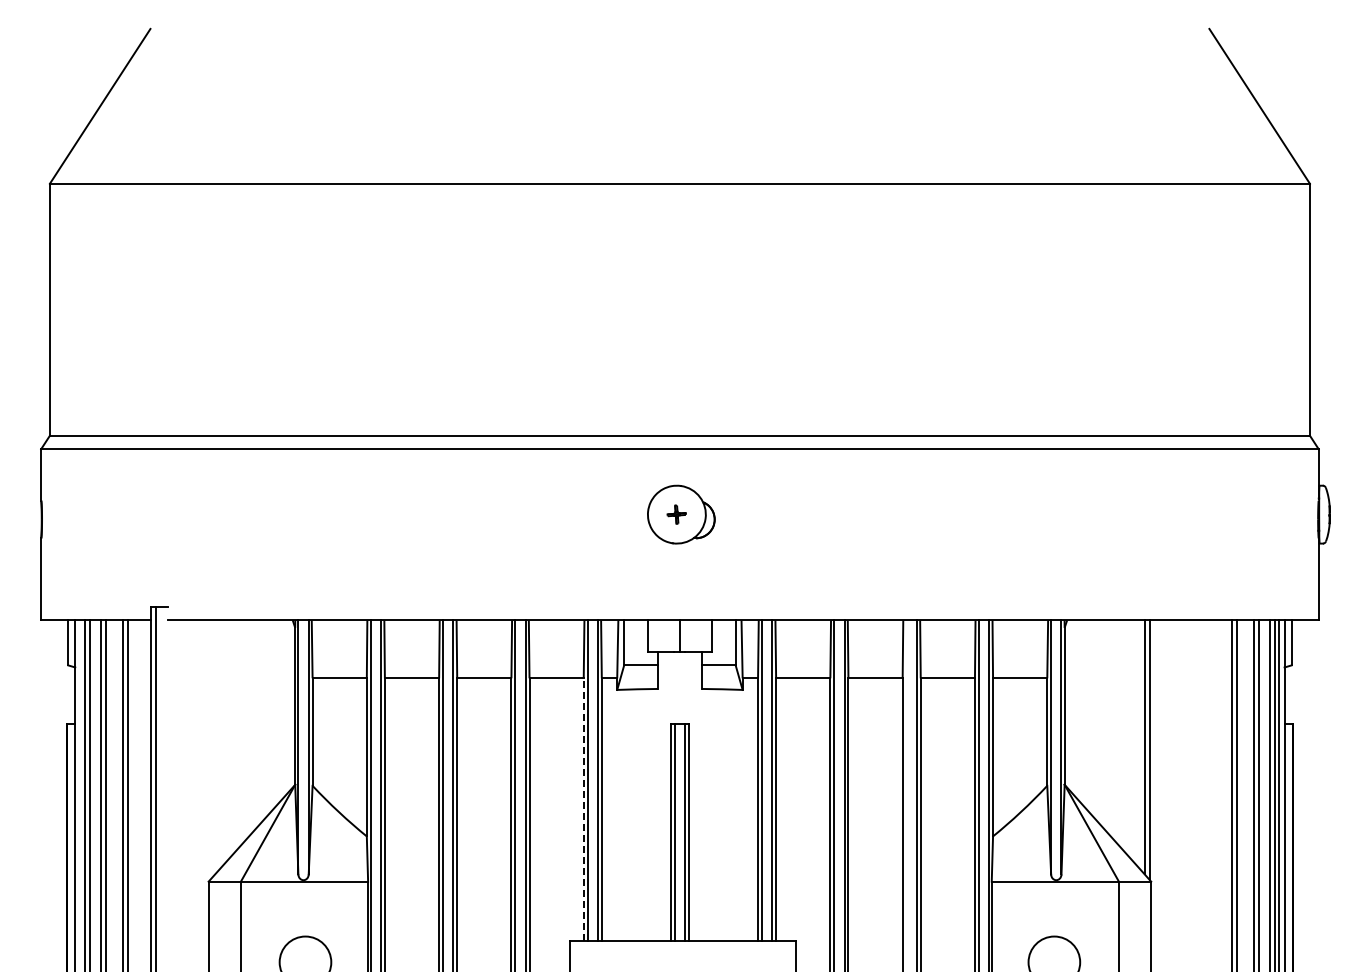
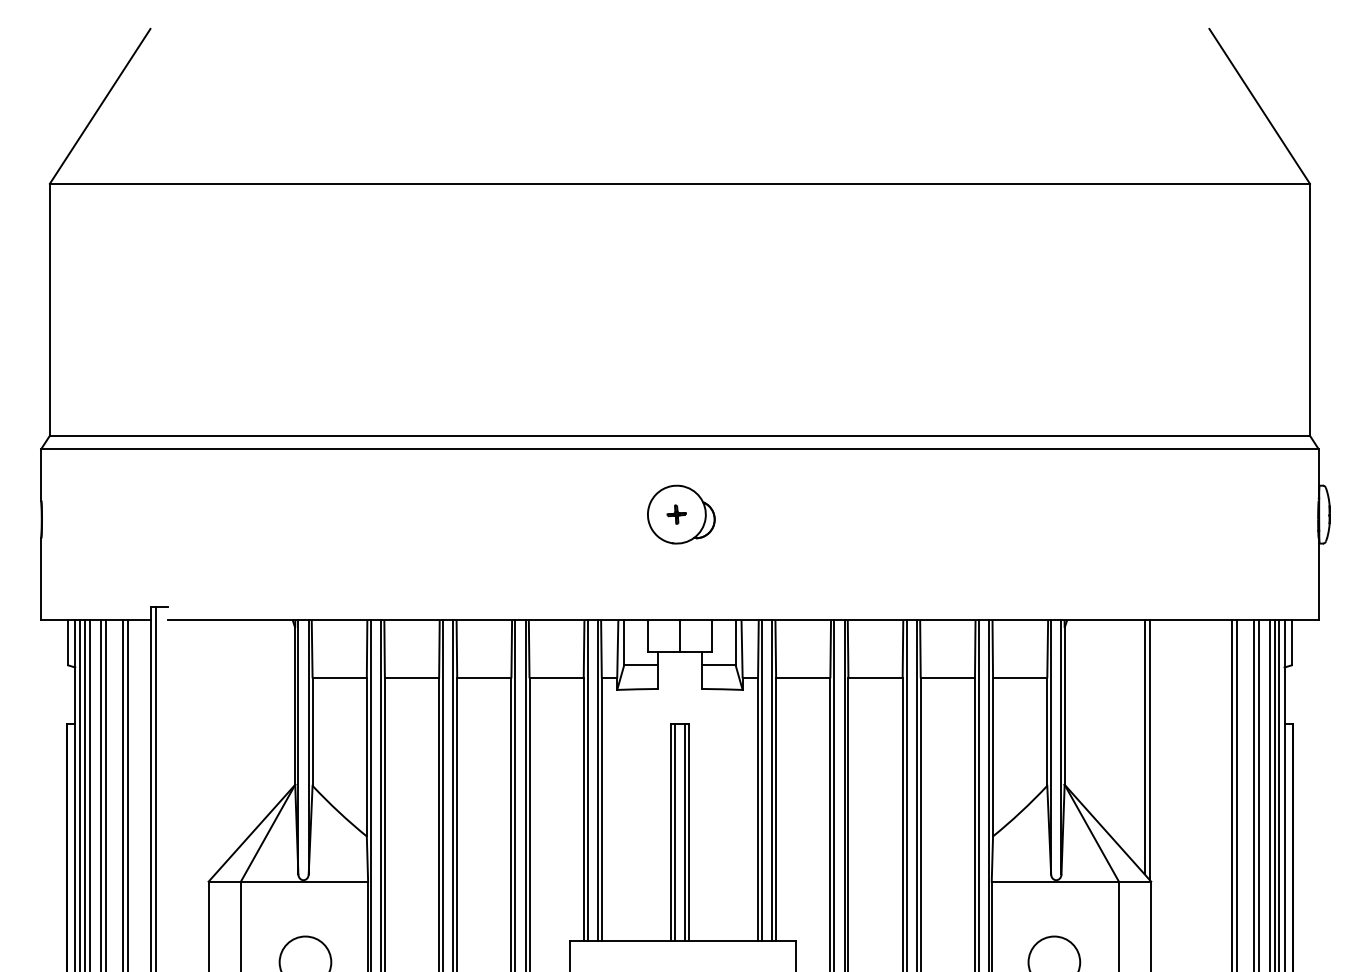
line at (80, 794): none -> present
line at (906, 794): none -> present
line at (583, 809): dashed -> solid
